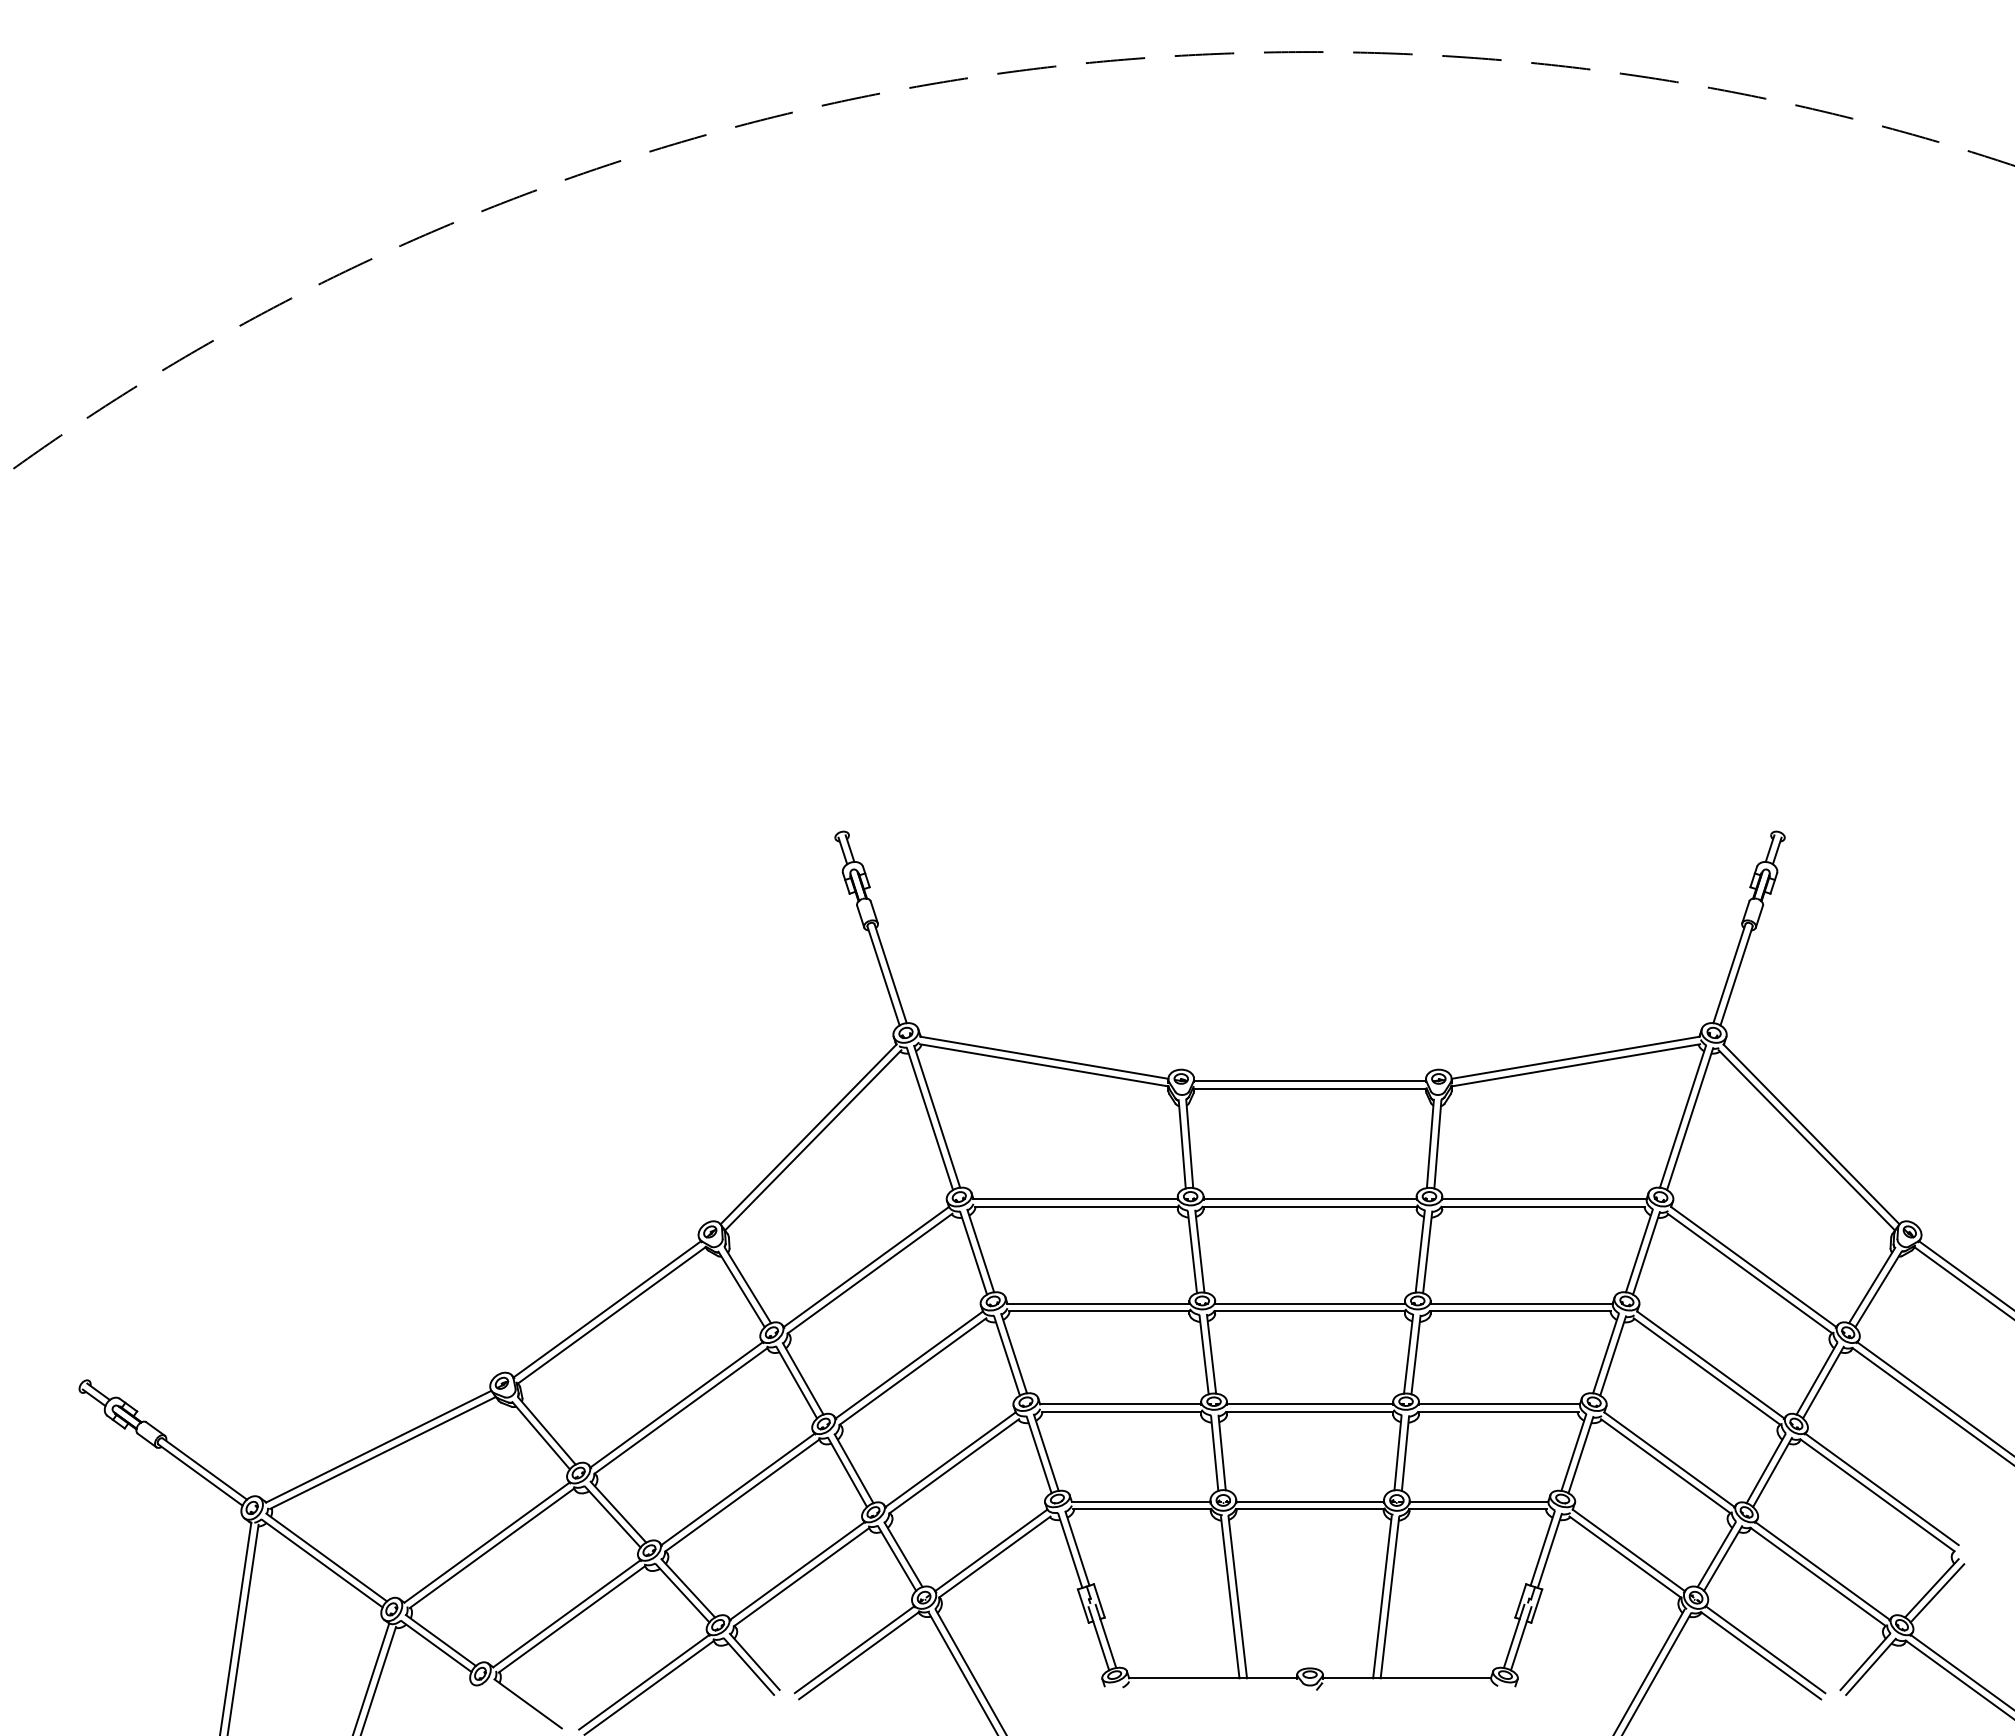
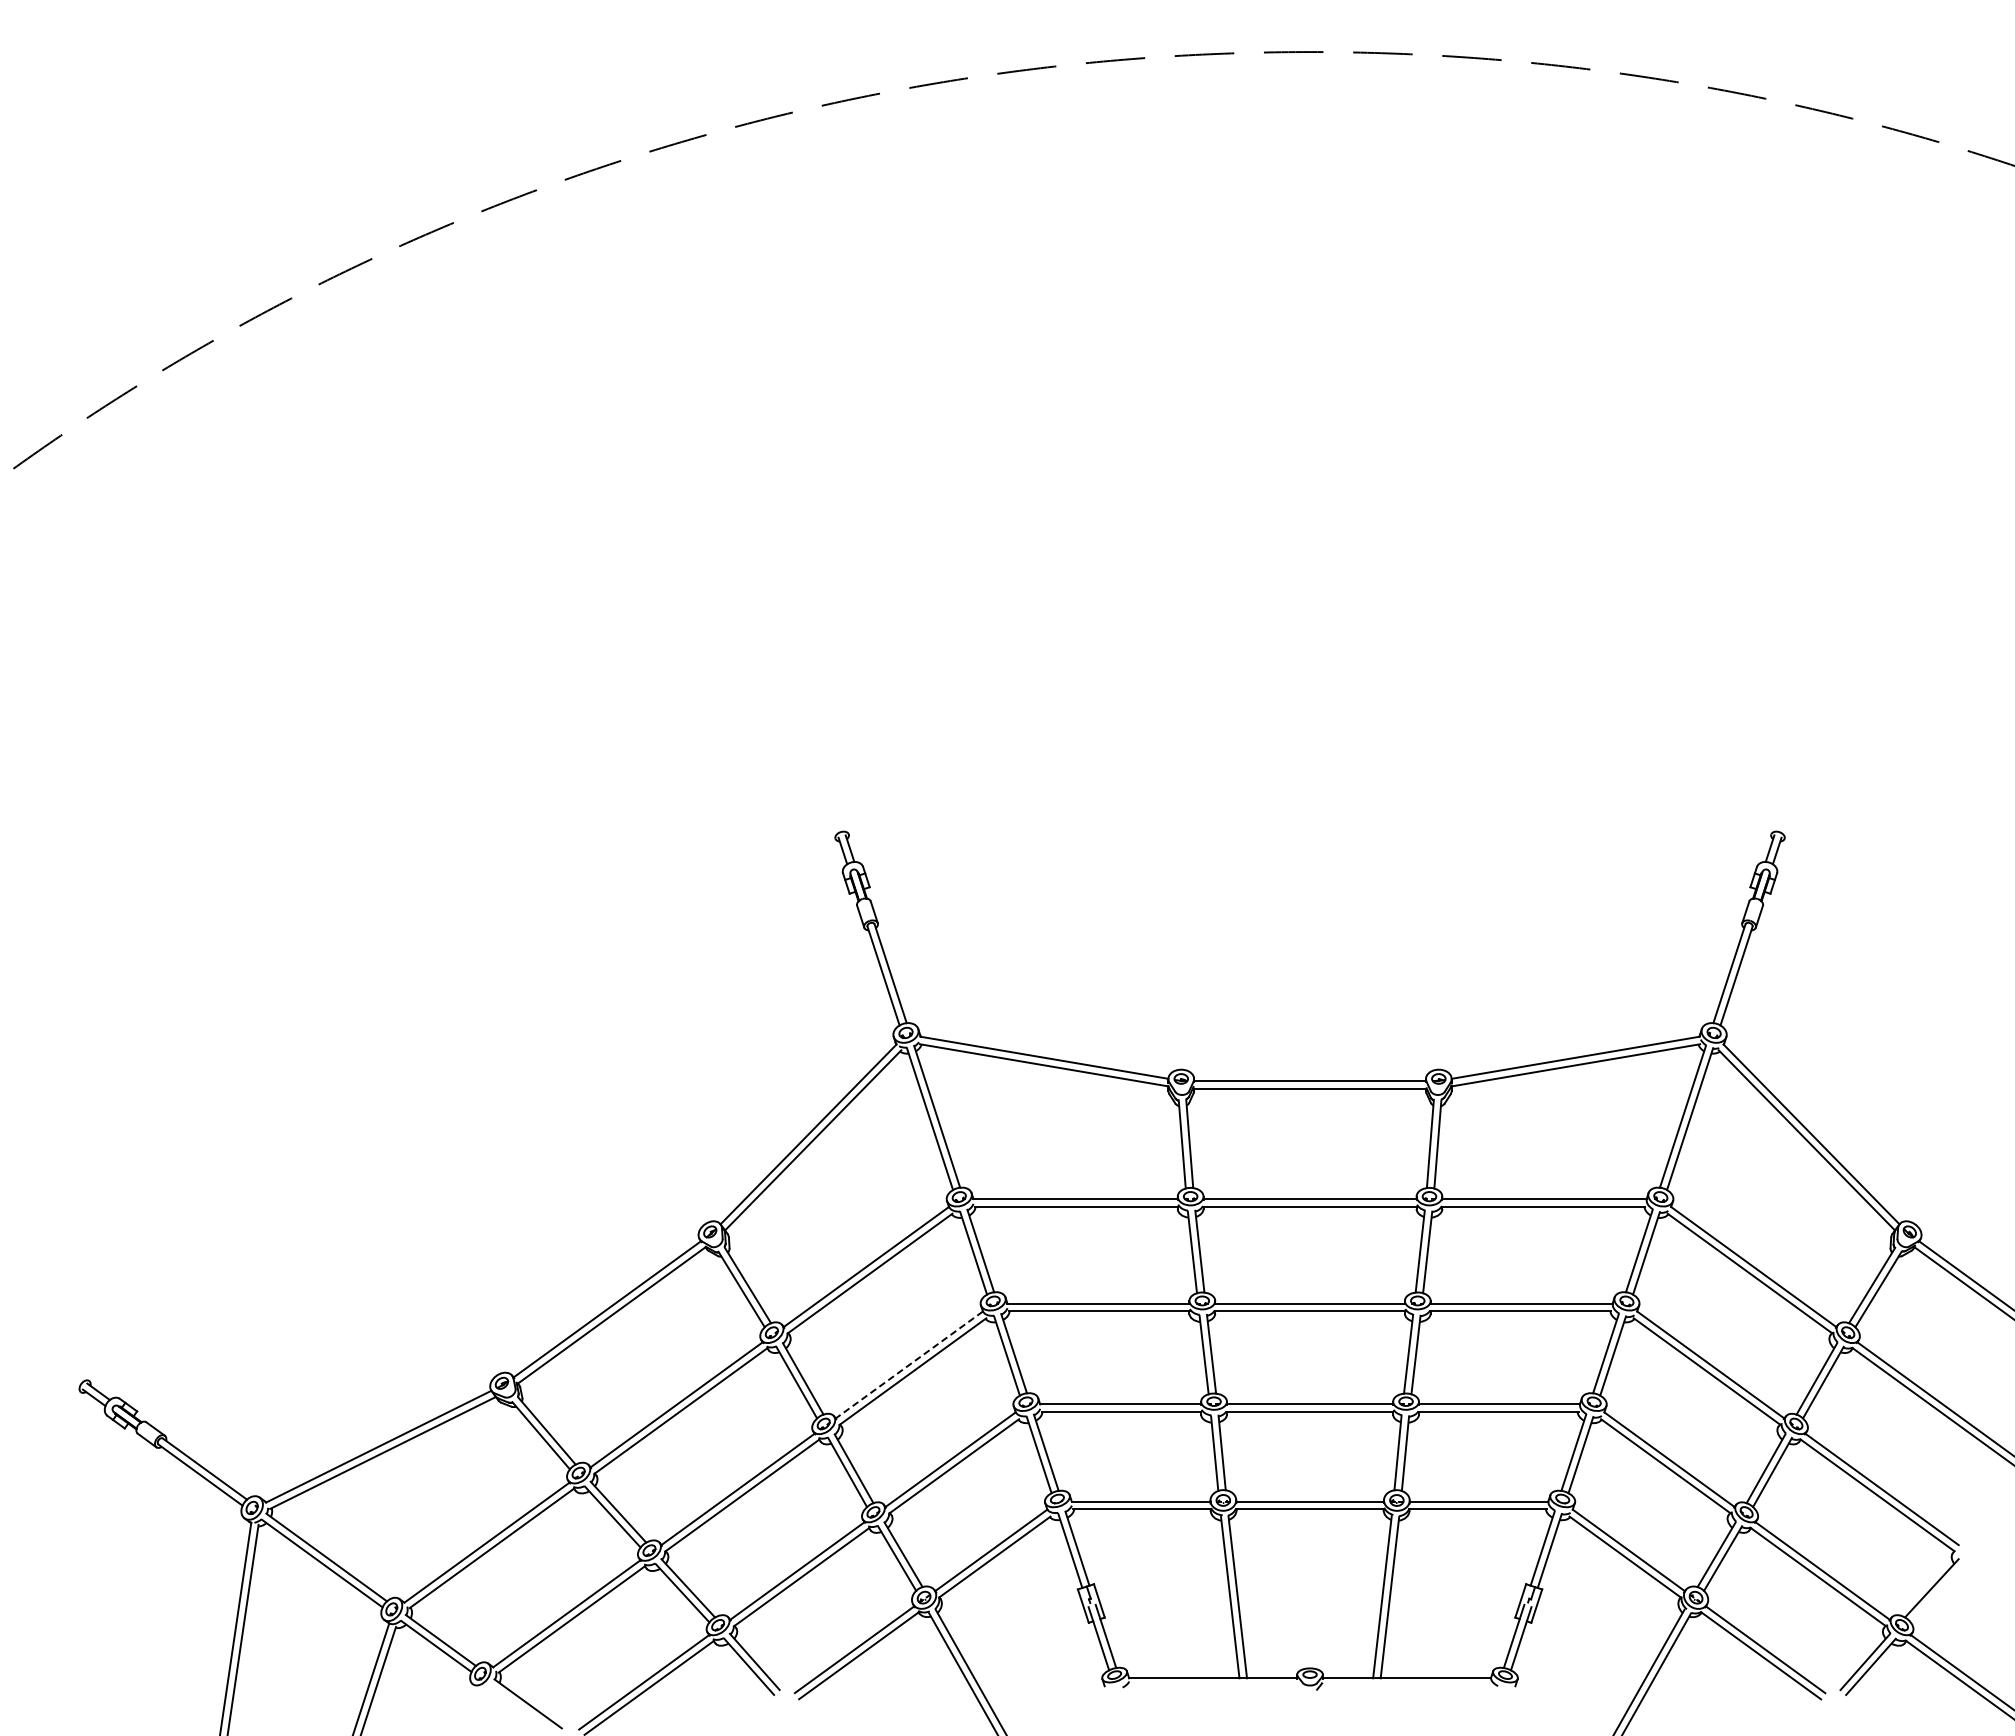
line at (909, 1365): solid -> dashed
line at (1937, 1593): present -> none
